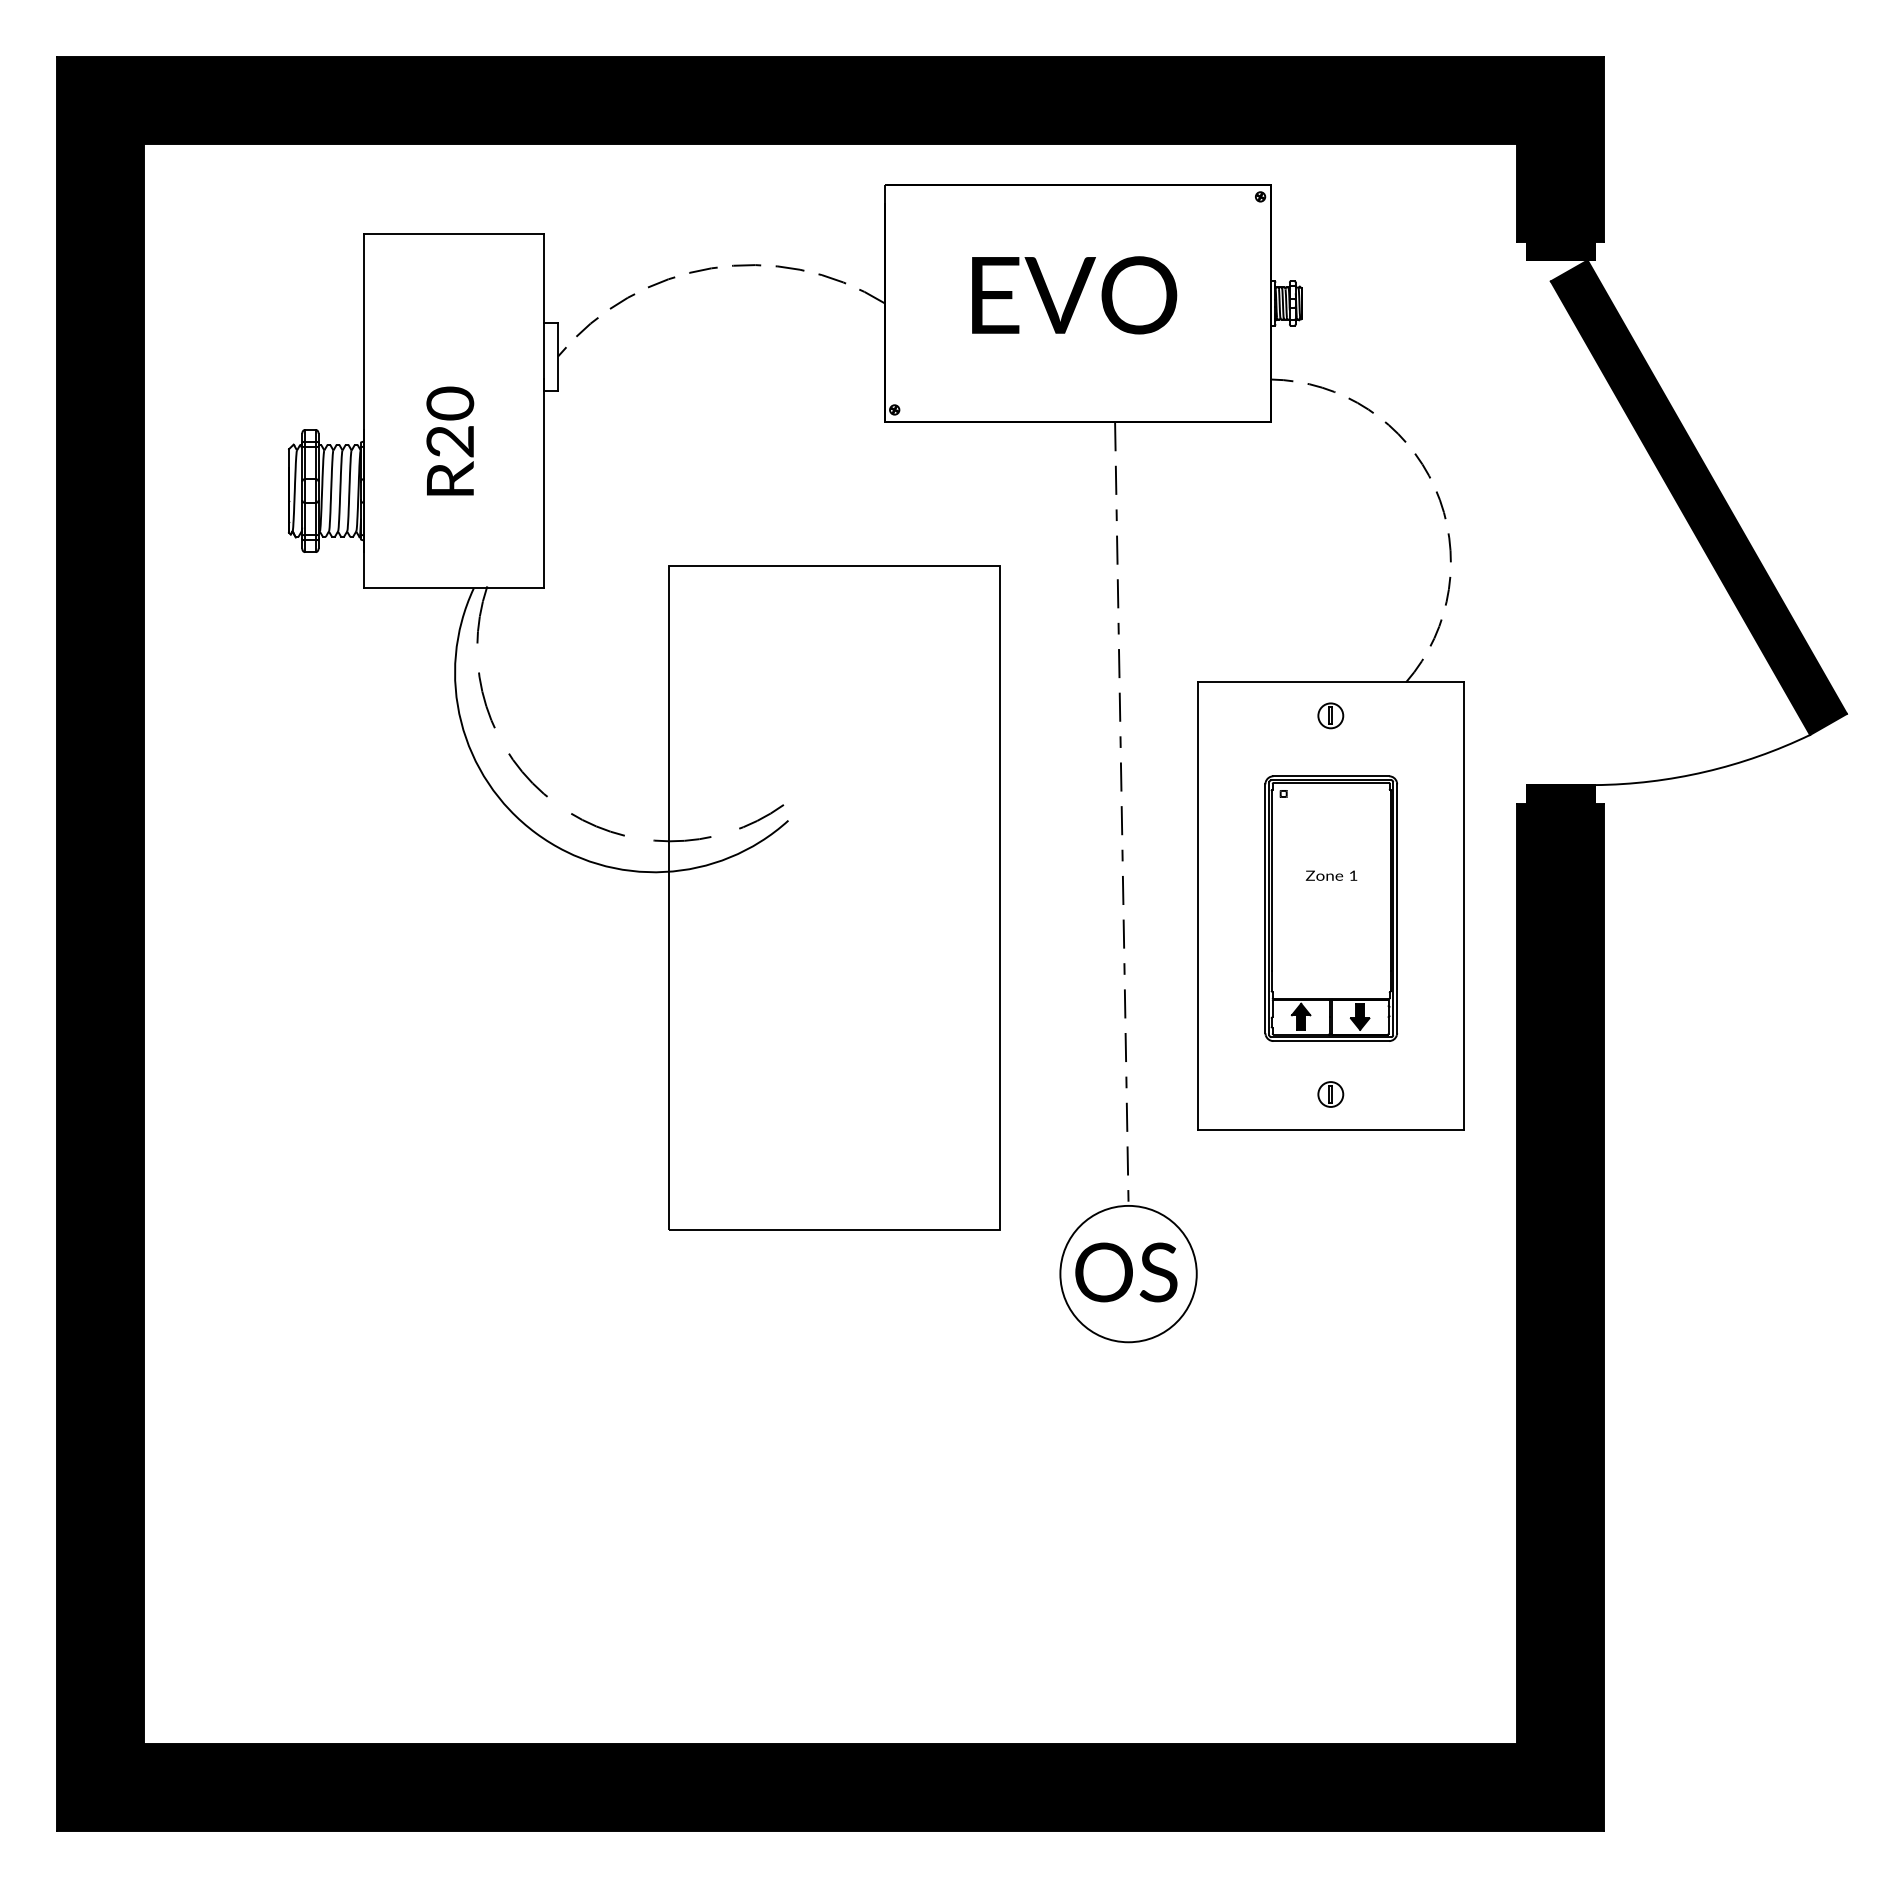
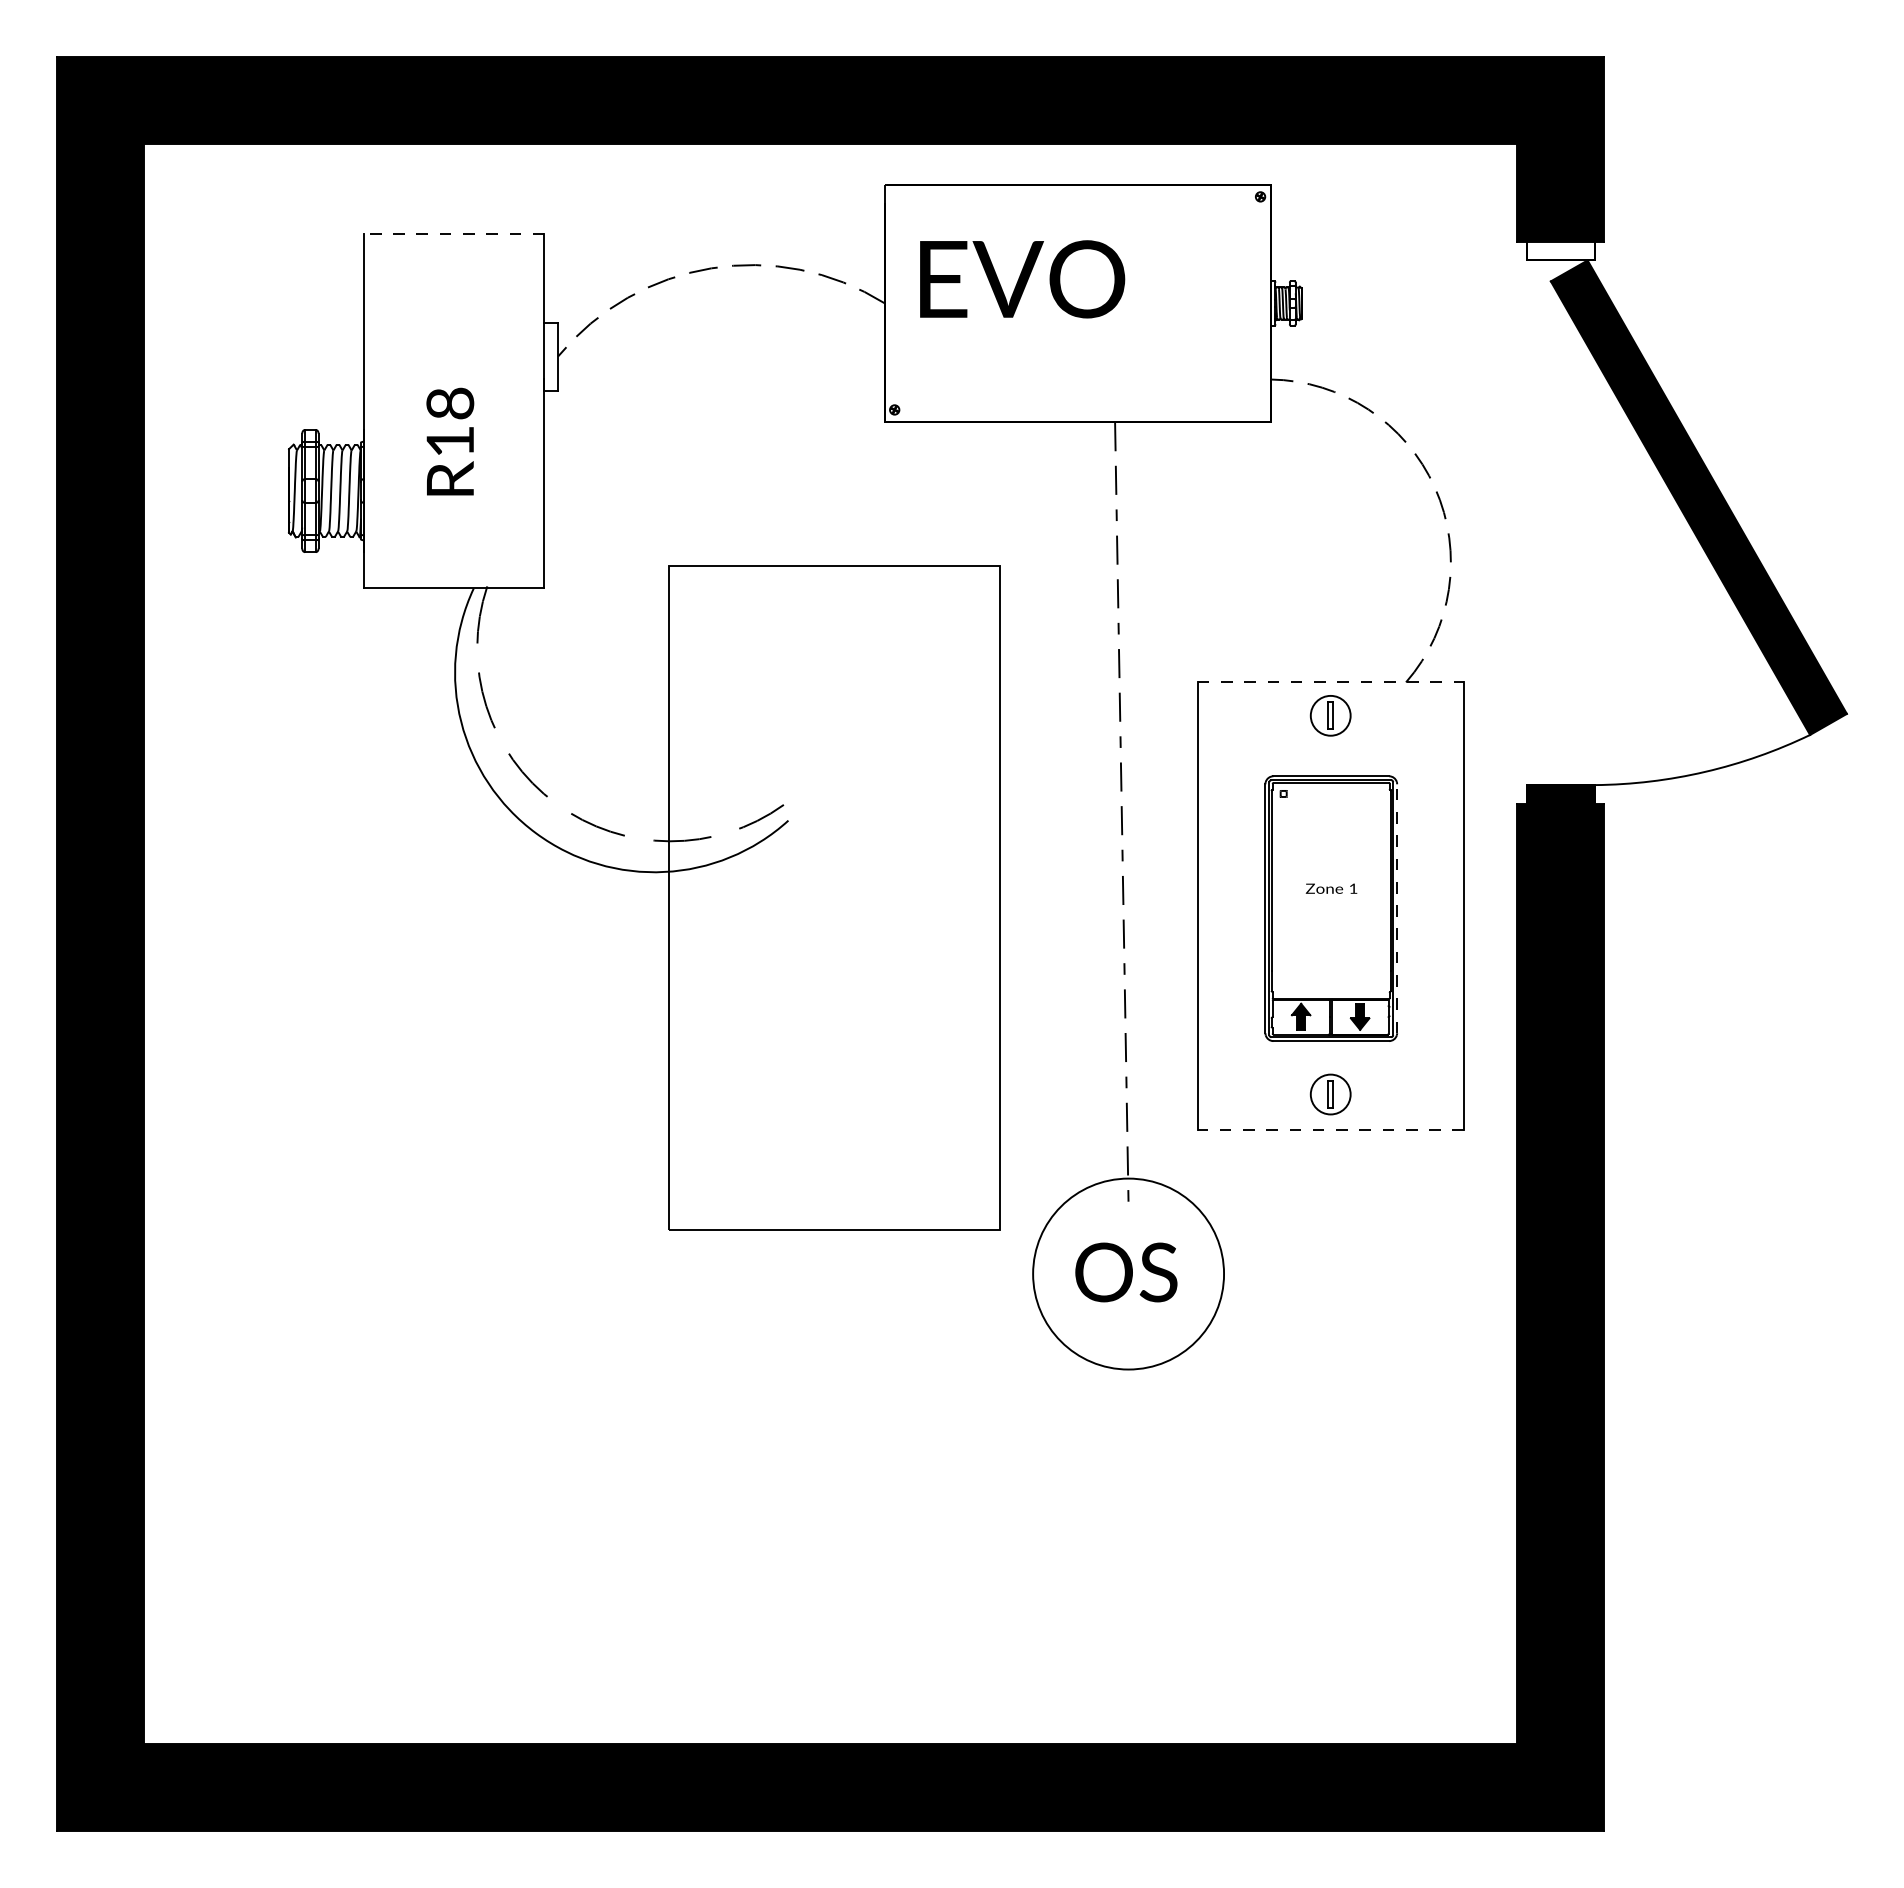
line at (453, 233): solid -> dashed
fill at (1560, 250): present -> none
text at (1074, 295) position: (1074, 295) -> (1022, 279)
text at (449, 421): R20 -> R18
line at (1331, 682): solid -> dashed
part at (1330, 715) size: 28x28 px -> 43x42 px
text at (1331, 875) position: (1331, 875) -> (1331, 888)
line at (1397, 908): solid -> dashed
part at (1330, 1094) size: 28x27 px -> 43x43 px
line at (1330, 1129): solid -> dashed
circle at (1128, 1273) diameter: 136 px -> 191 px
